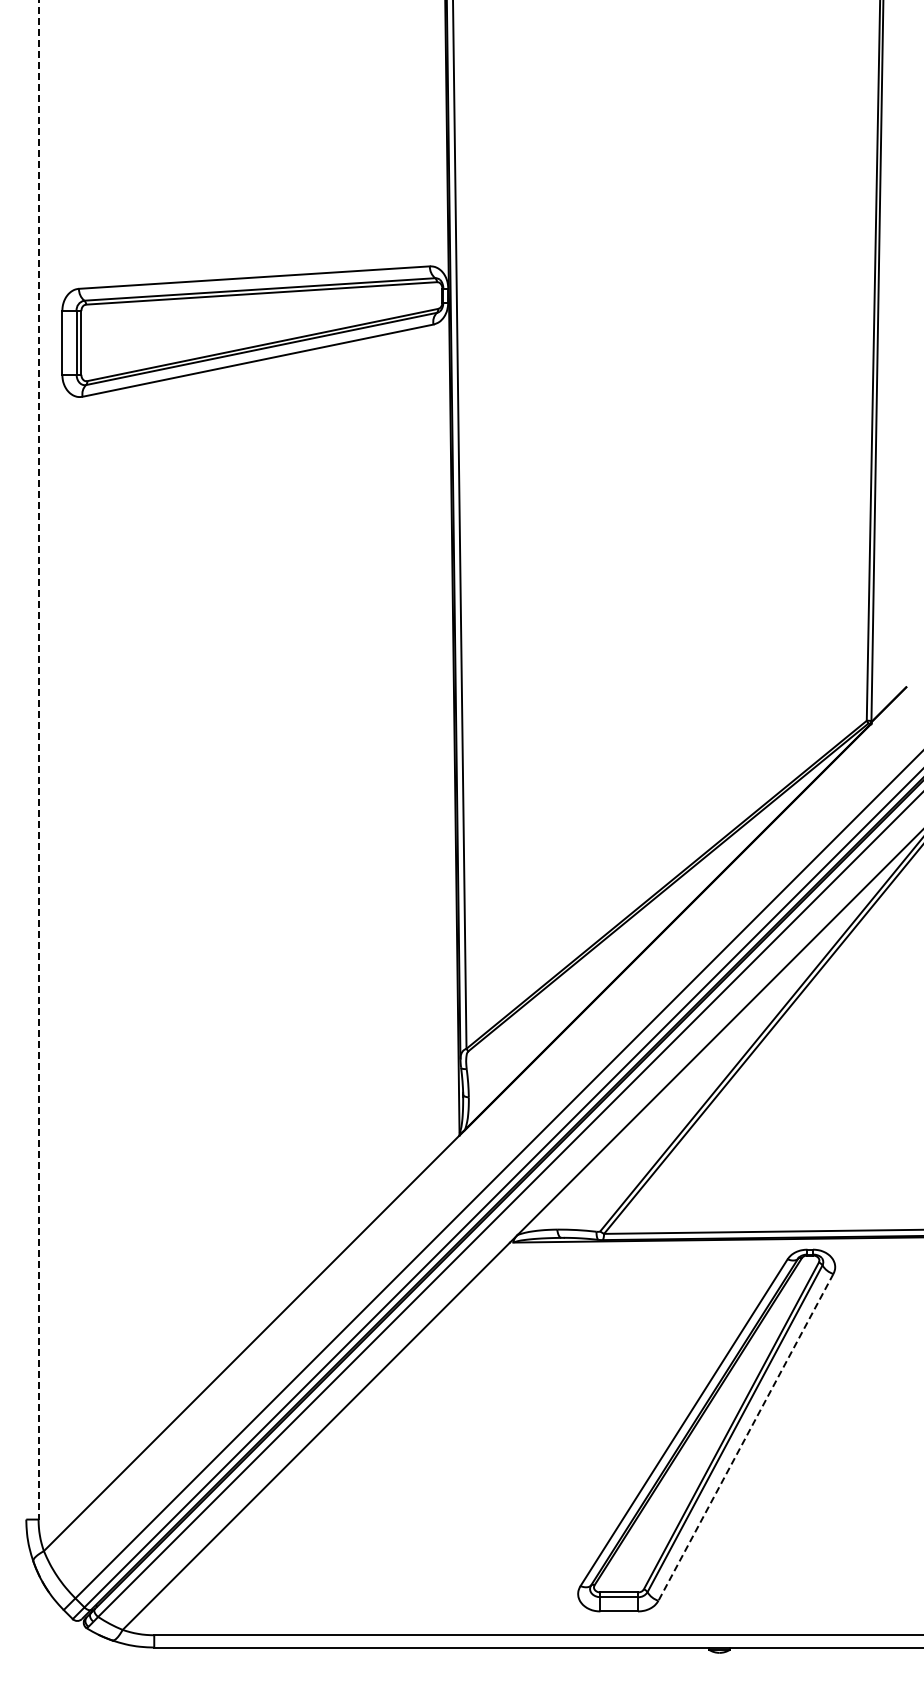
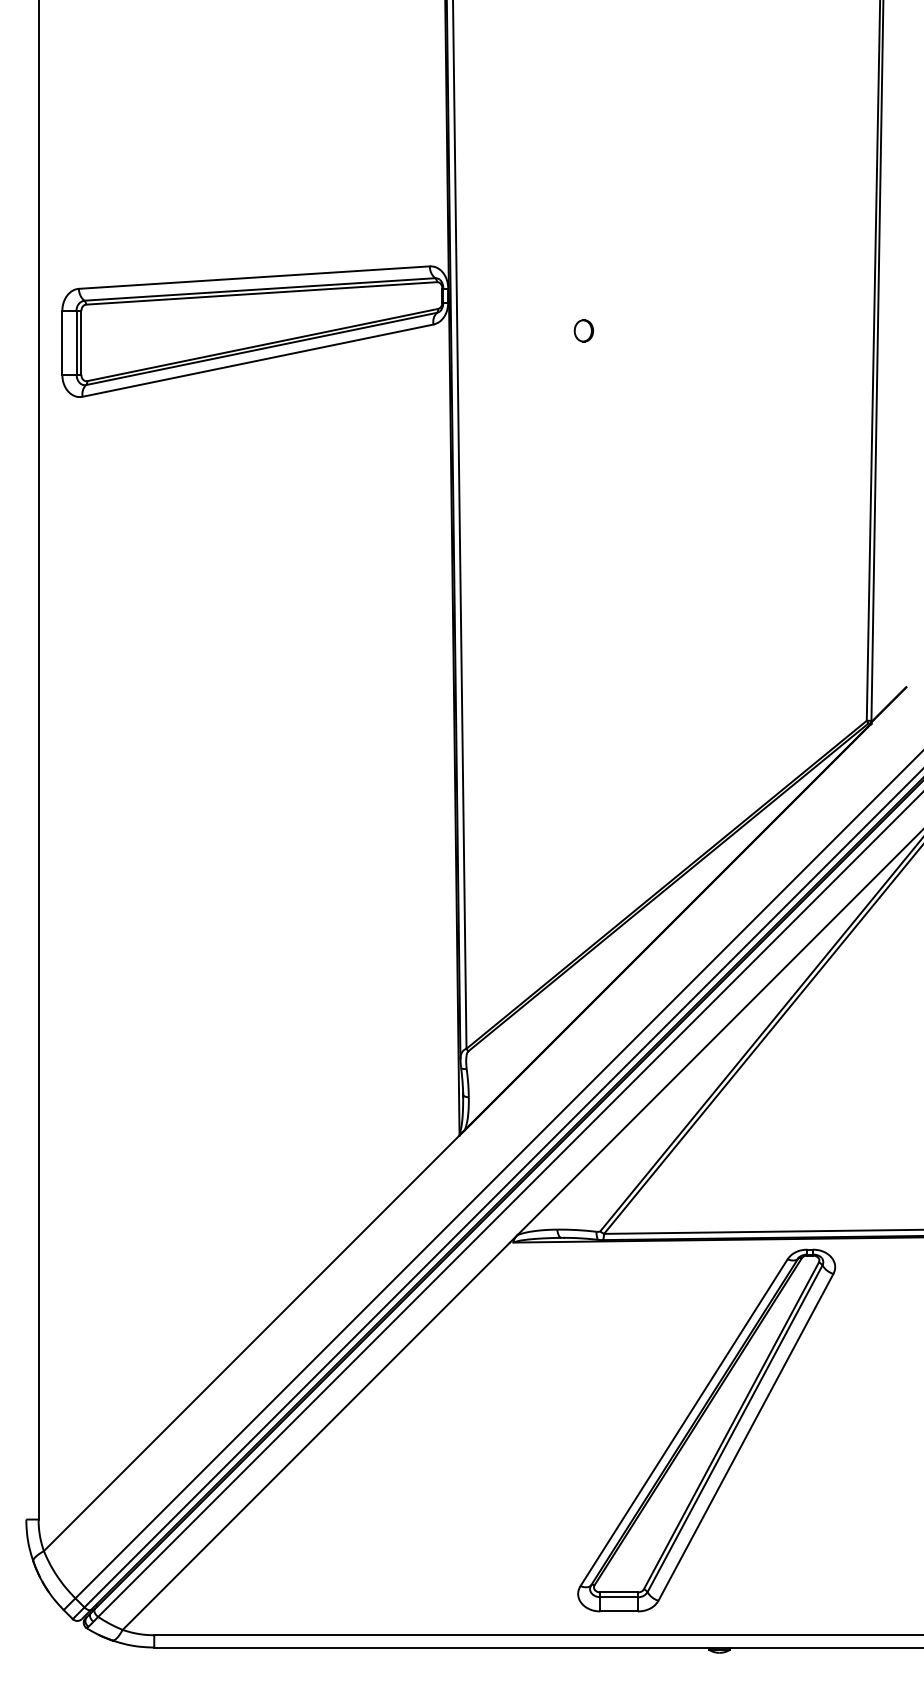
part at (583, 330): none -> present
line at (38, 760): dashed -> solid
line at (745, 1437): dashed -> solid
